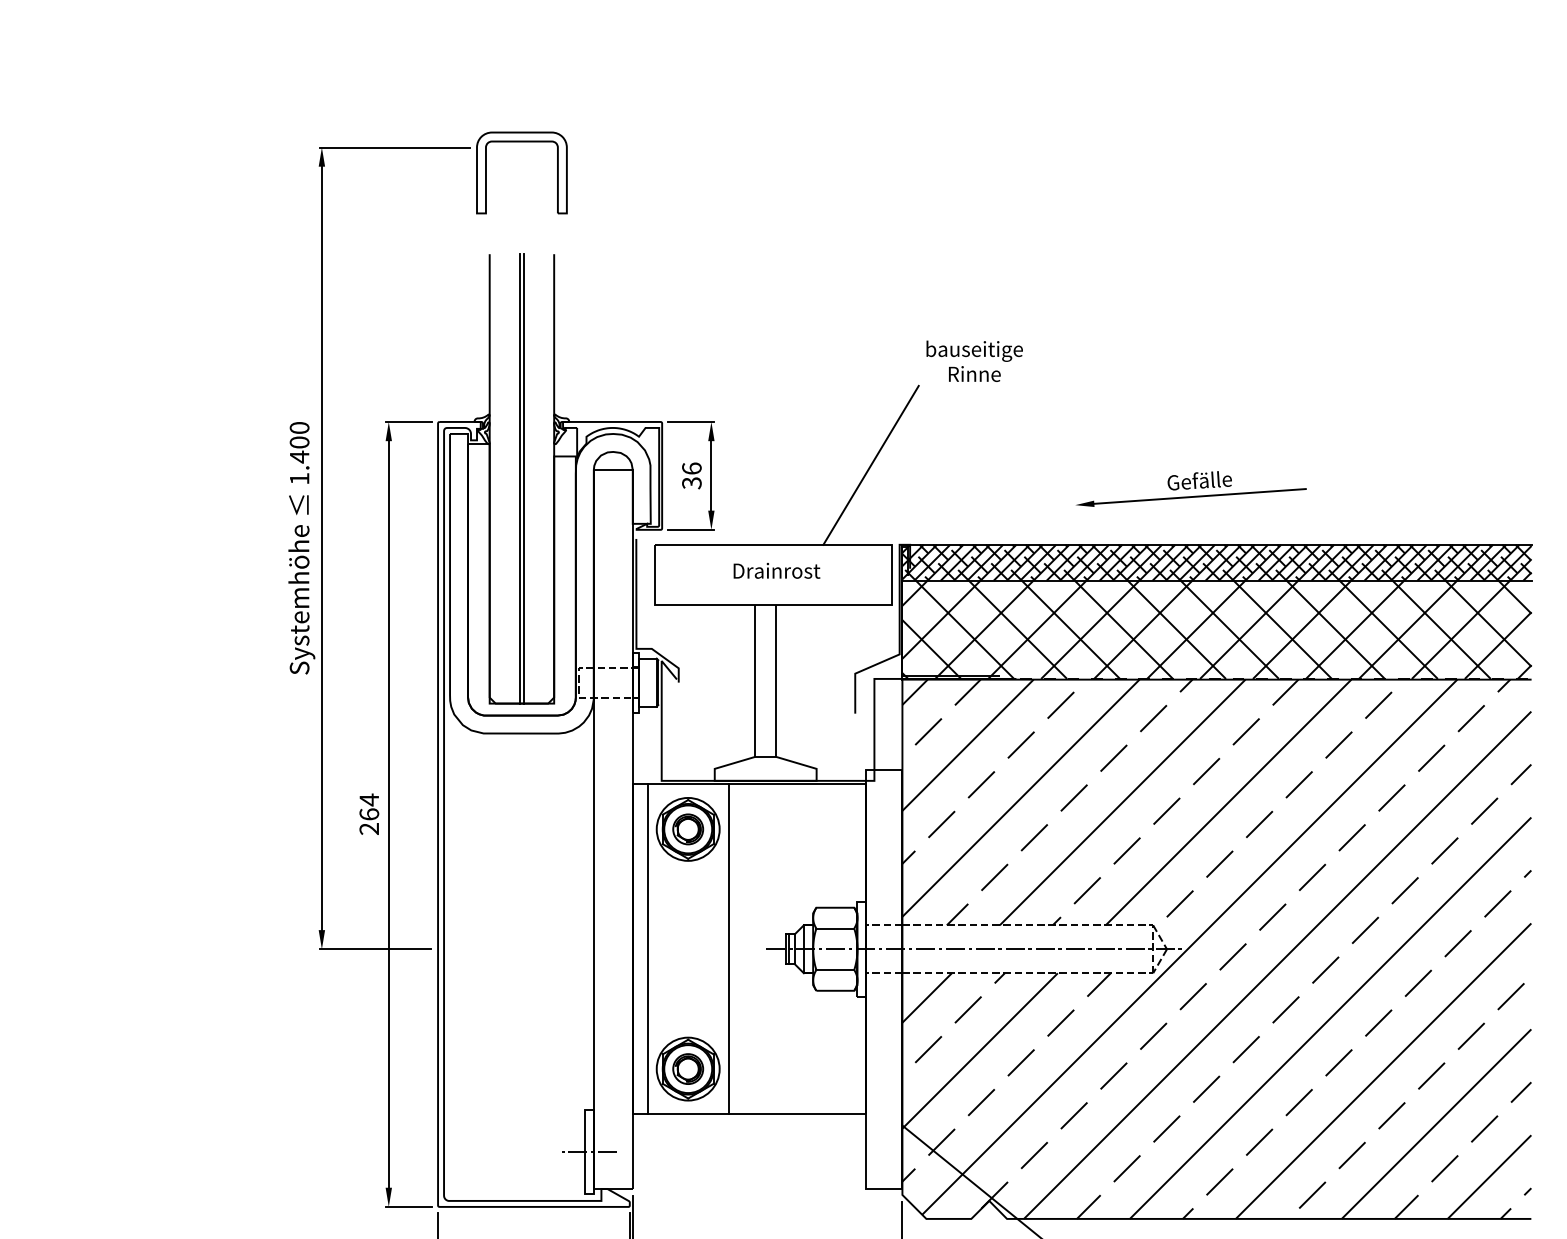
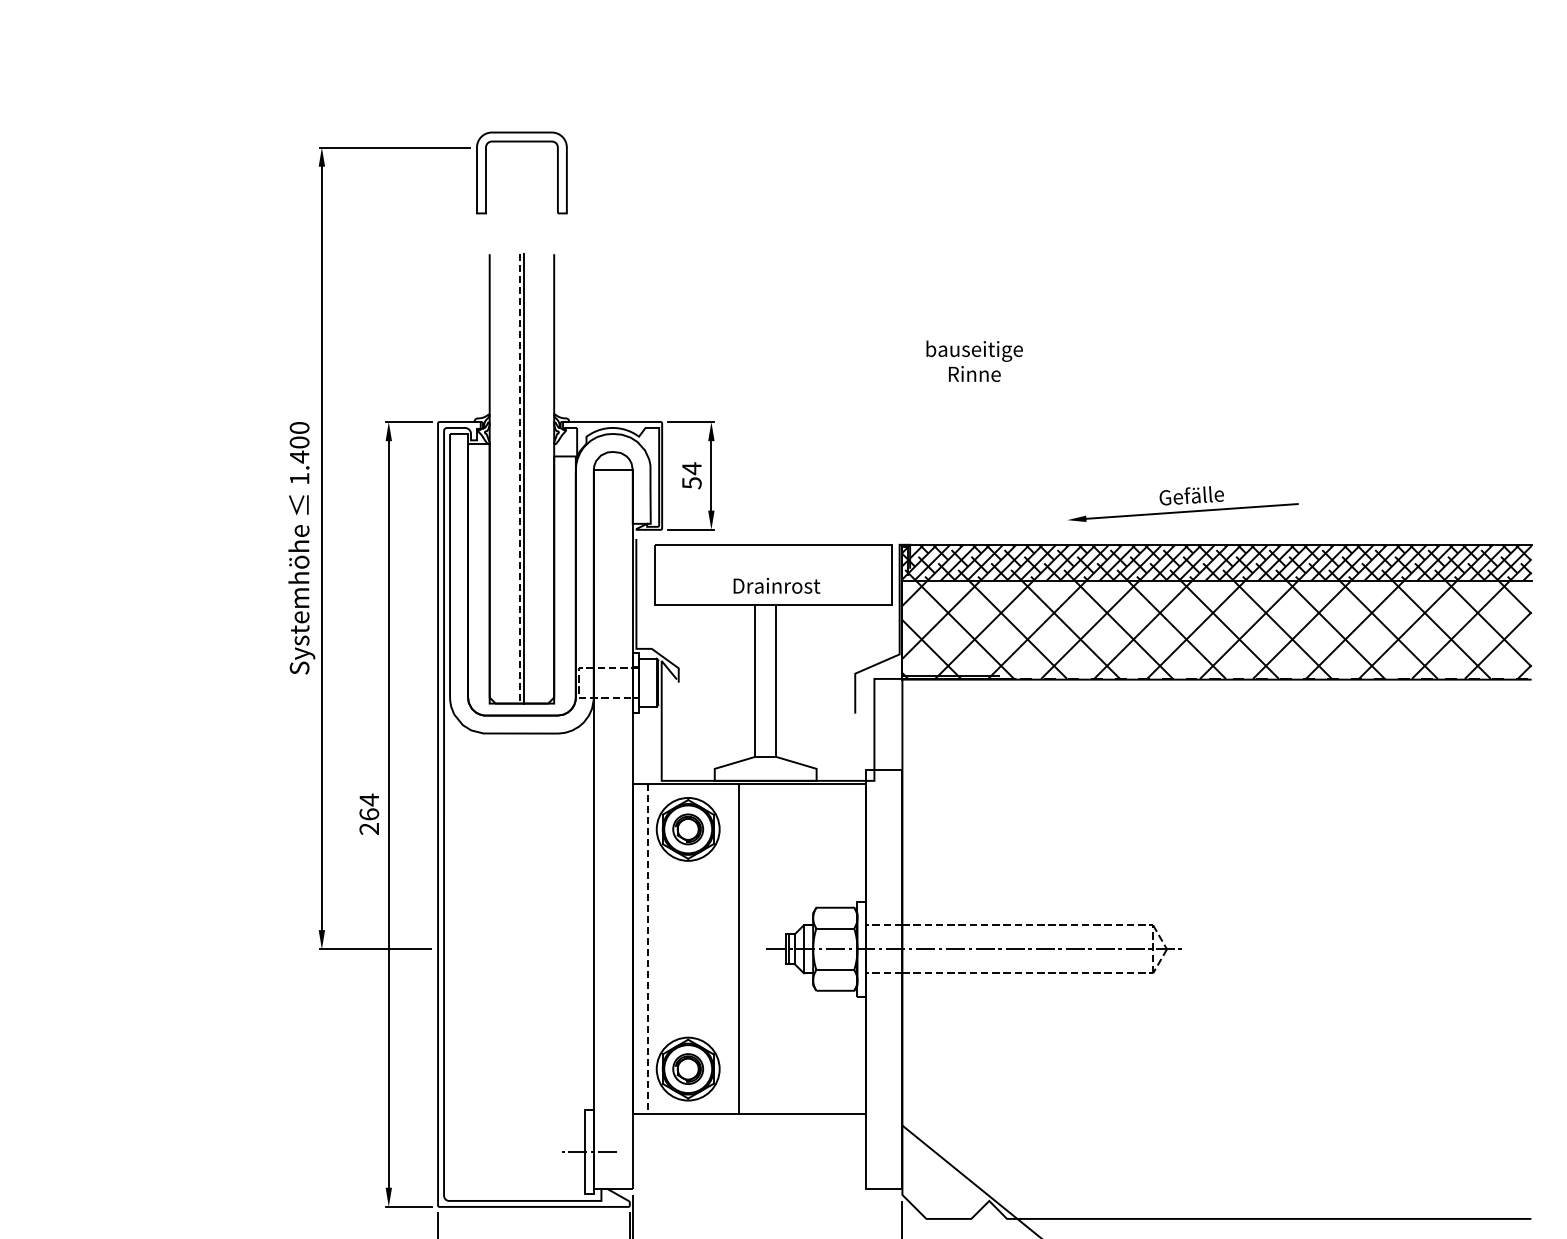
line at (870, 464): present -> none
text at (691, 475): 36 -> 54
line at (519, 478): solid -> dashed
part at (1191, 488) position: (1191, 488) -> (1183, 503)
text at (776, 570) position: (776, 570) -> (776, 585)
hatch at (1216, 948): present -> none
line at (647, 949): solid -> dashed
line at (728, 949) position: (728, 949) -> (738, 949)
